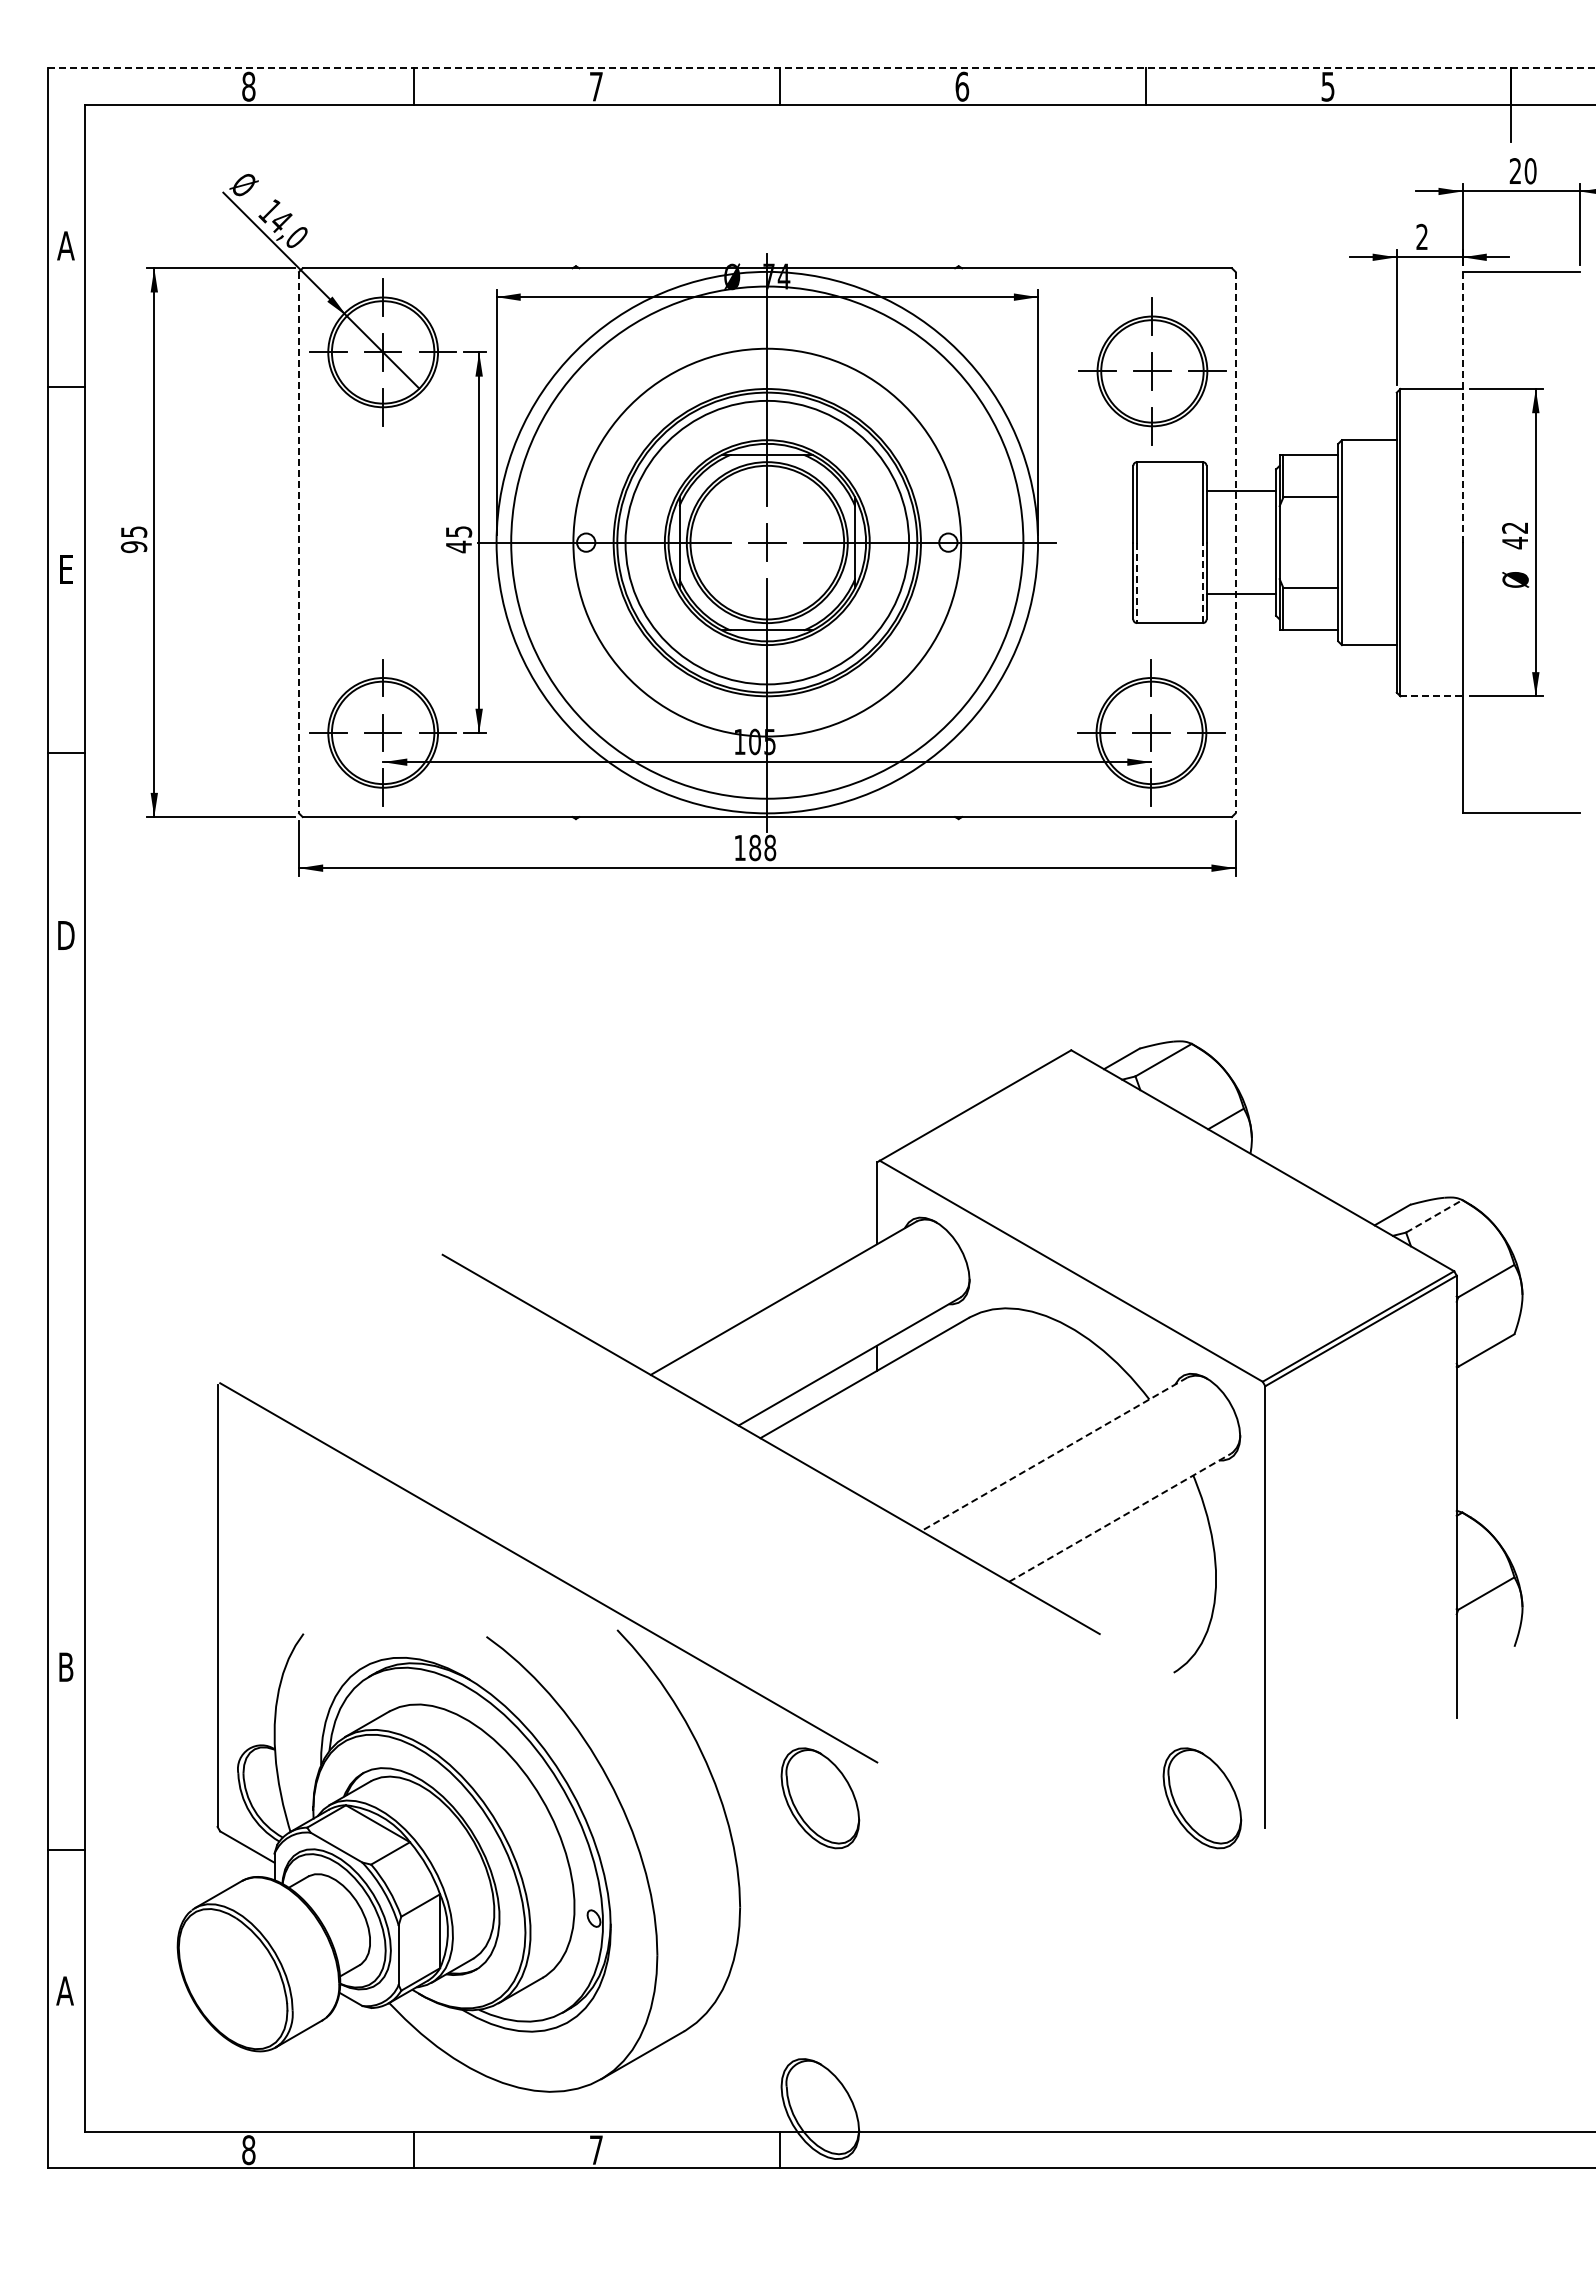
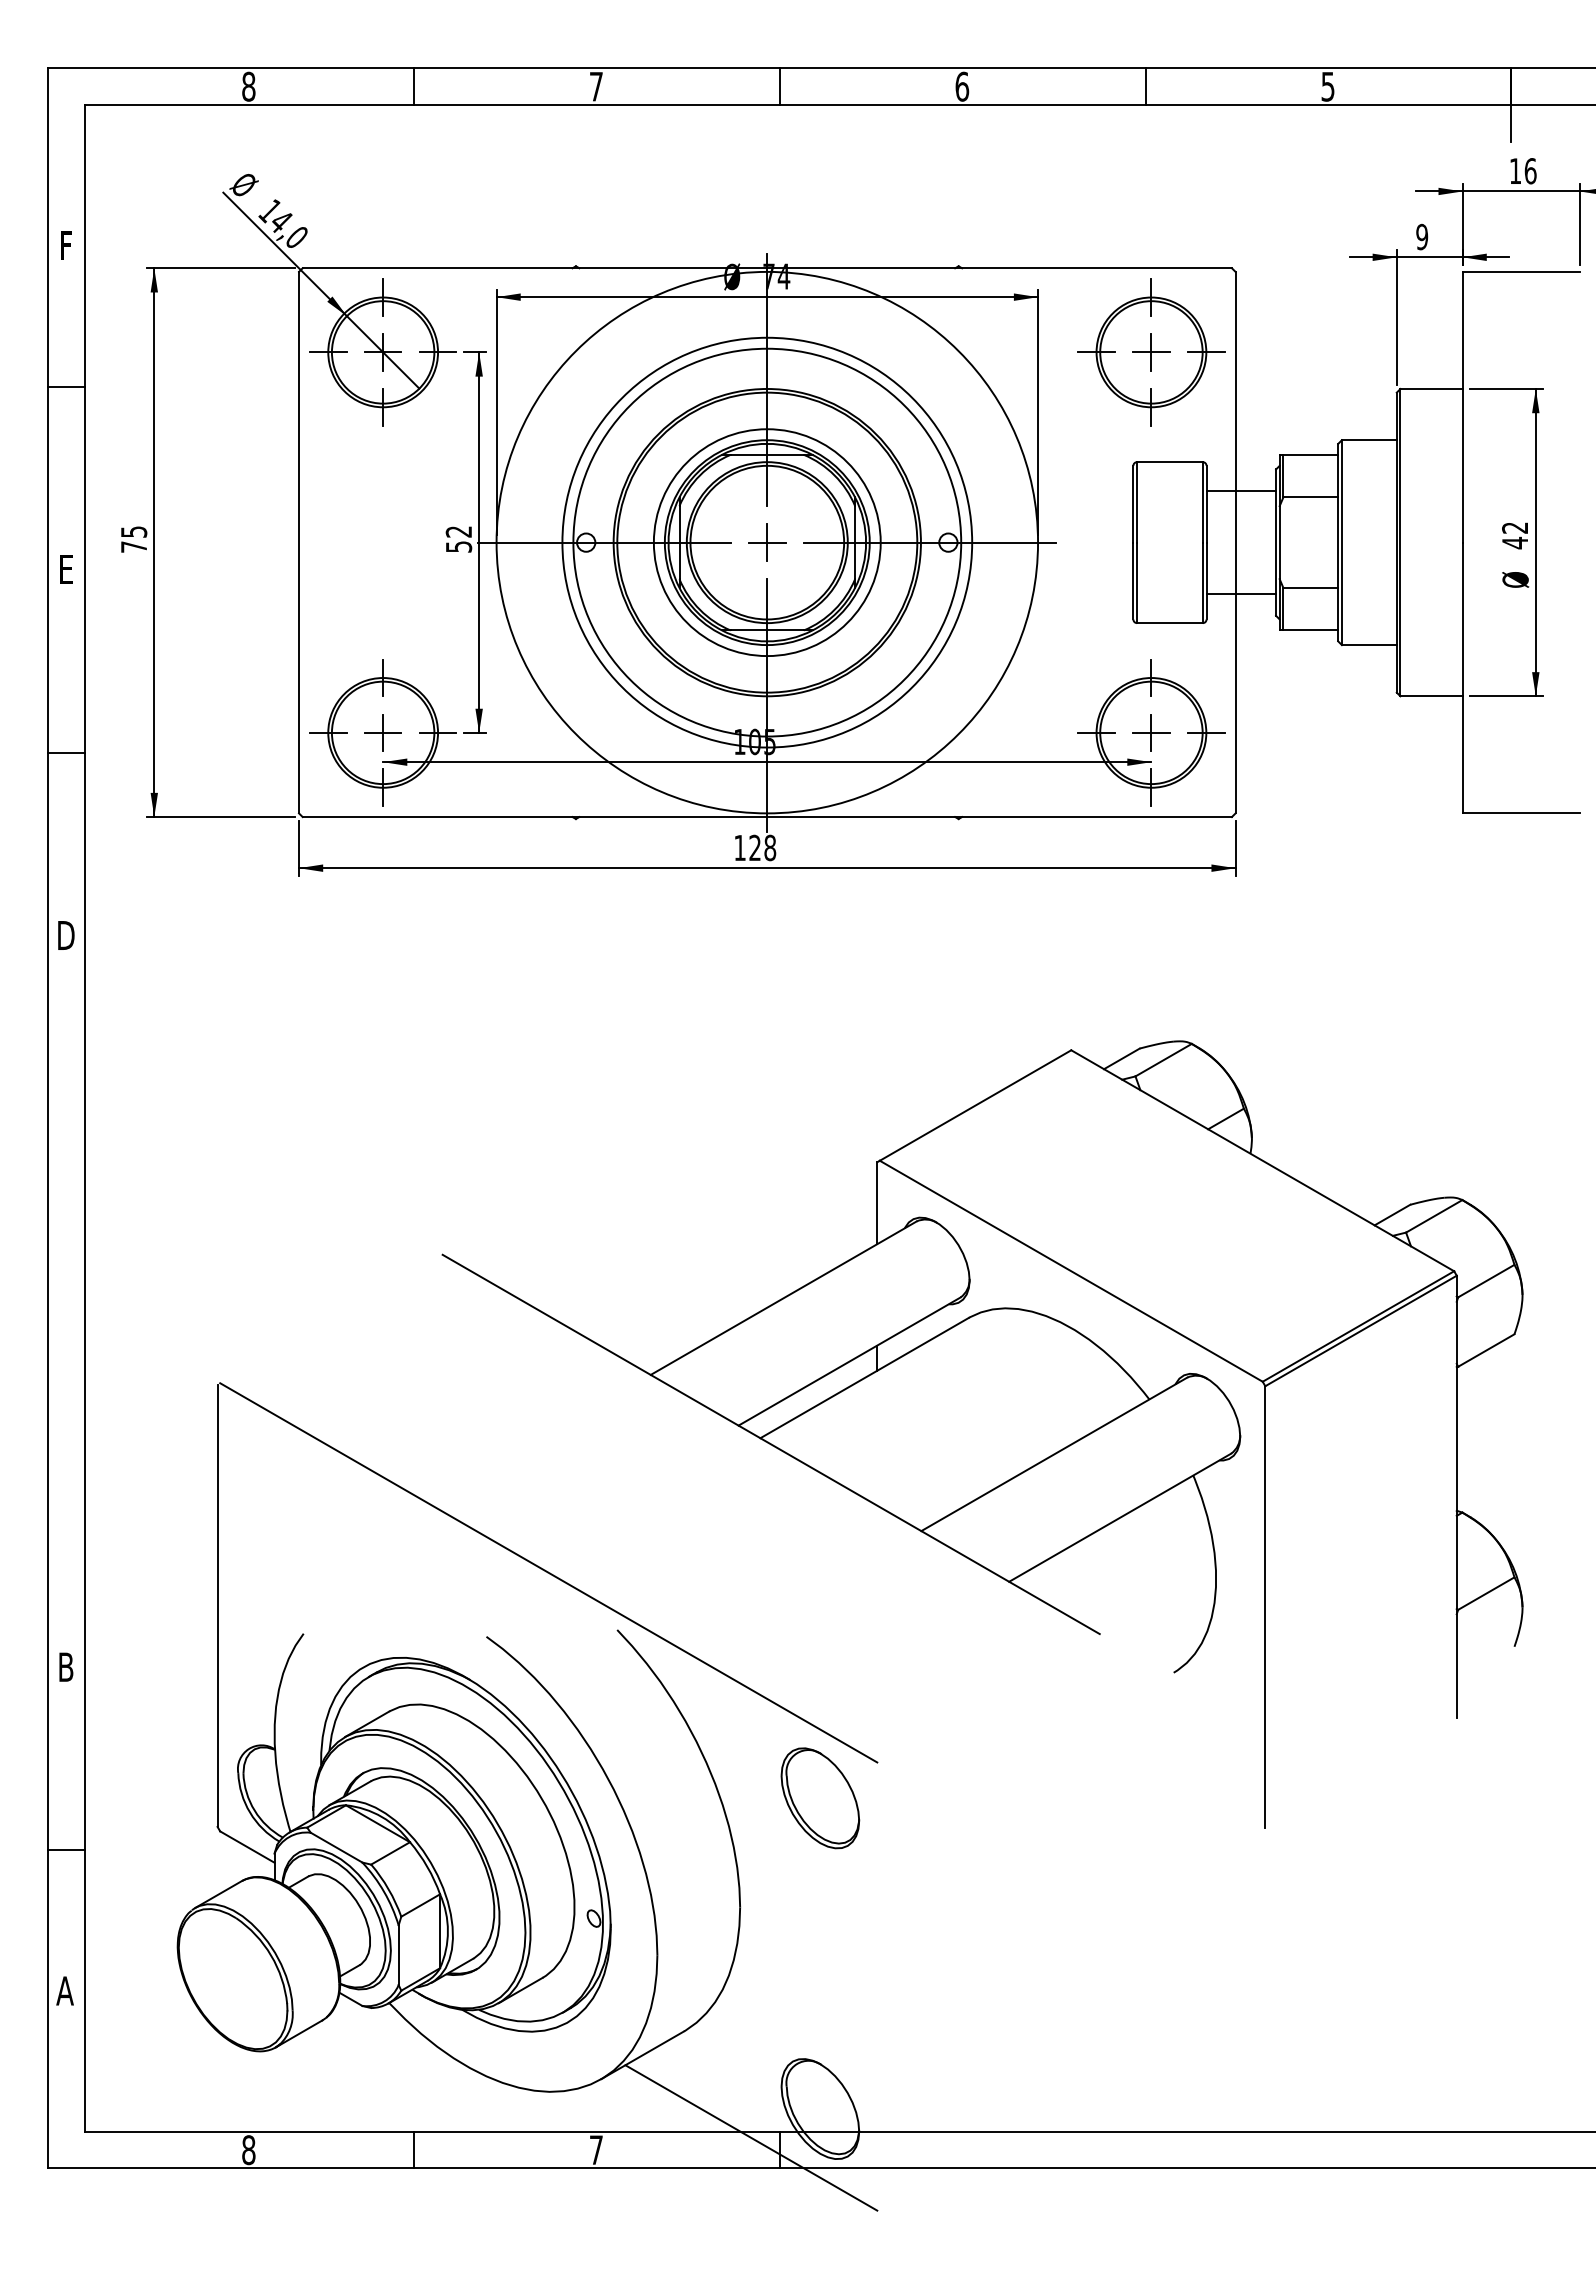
line at (821, 68): dashed -> solid
text at (1522, 171): 20 -> 16
text at (1422, 237): 2 -> 9
text at (65, 245): A -> F
part at (1152, 371) position: (1152, 371) -> (1151, 352)
line at (1462, 406): dashed -> solid
text at (458, 539): 45 -> 52
line at (299, 542): dashed -> solid
circle at (767, 542) diameter: 284 px -> 227 px
circle at (767, 542) diameter: 512 px -> 410 px
line at (1235, 542): dashed -> solid
text at (133, 547): 95 -> 75
line at (1202, 582): dashed -> solid
line at (1137, 583): dashed -> solid
line at (1432, 696): dashed -> solid
text at (755, 847): 188 -> 128
line at (1434, 1216): dashed -> solid
line at (1053, 1454): dashed -> solid
line at (1120, 1517): dashed -> solid
part at (1202, 1798): present -> none
line at (751, 2137): none -> present
